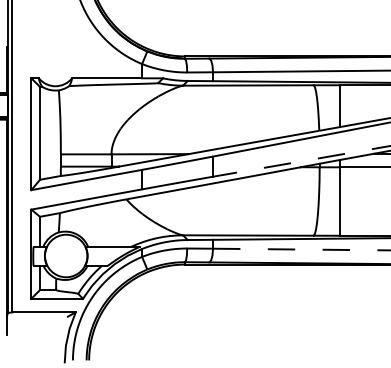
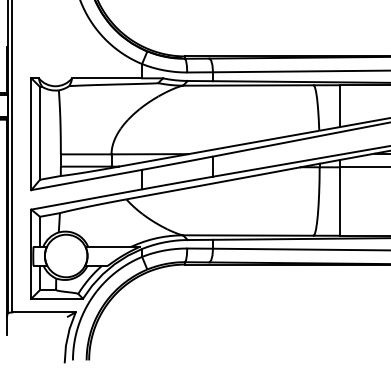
line at (301, 161): dashed -> solid
line at (301, 249): dashed -> solid
